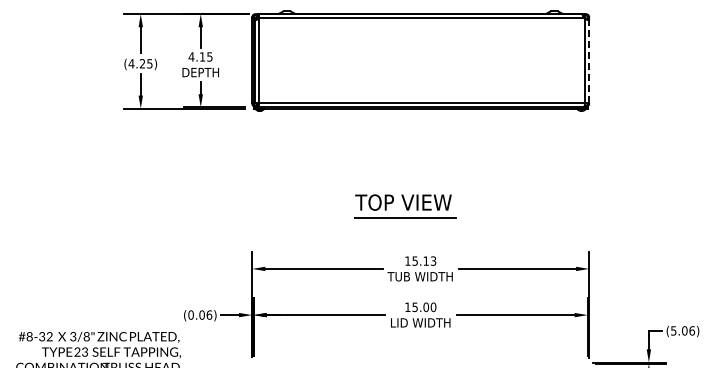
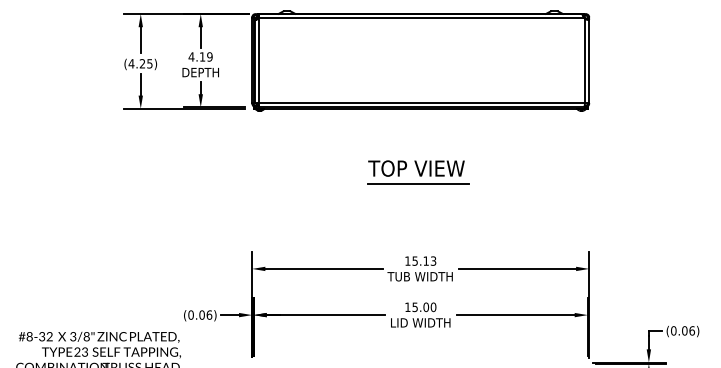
text at (209, 56): 4.15 -> 4.19
line at (589, 61): dashed -> solid
part at (405, 206) position: (405, 206) -> (418, 172)
text at (673, 330): (5.06) -> (0.06)
